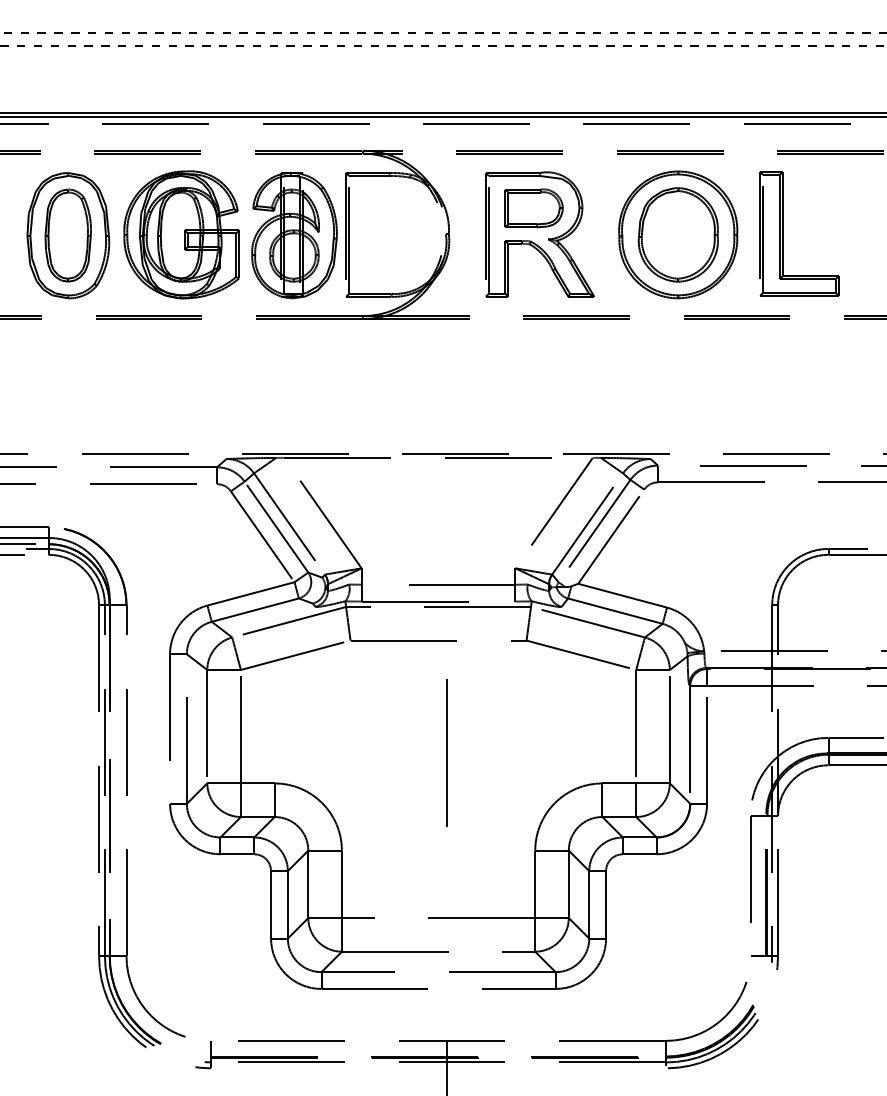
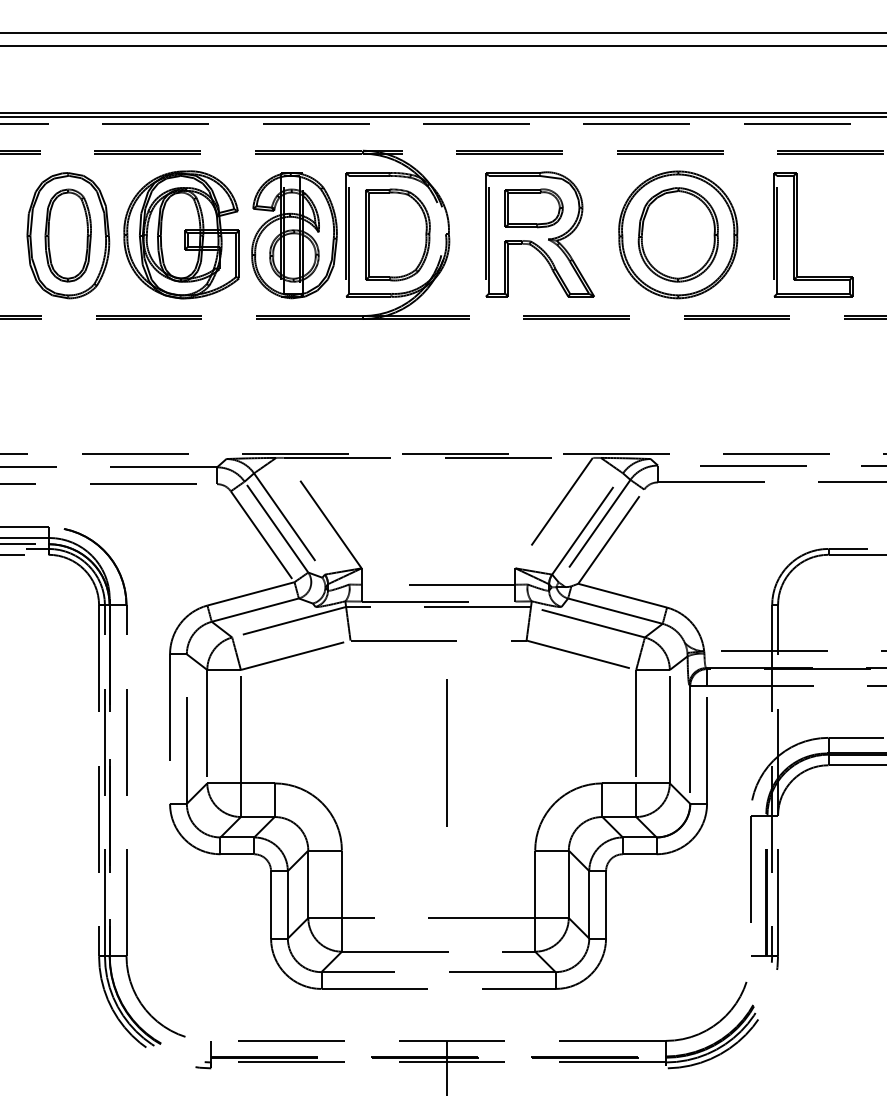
line at (444, 32): dashed -> solid
line at (443, 46): dashed -> solid
part at (783, 233) position: (783, 233) -> (797, 234)
part at (397, 234): none -> present
